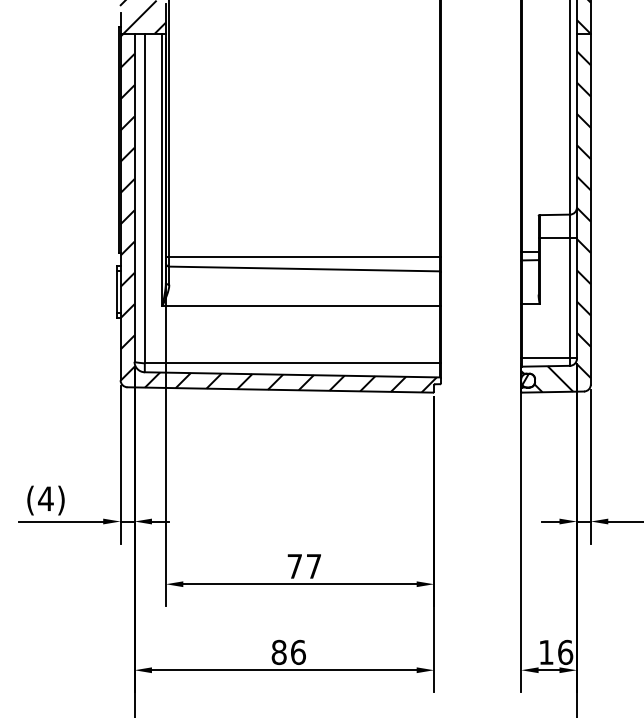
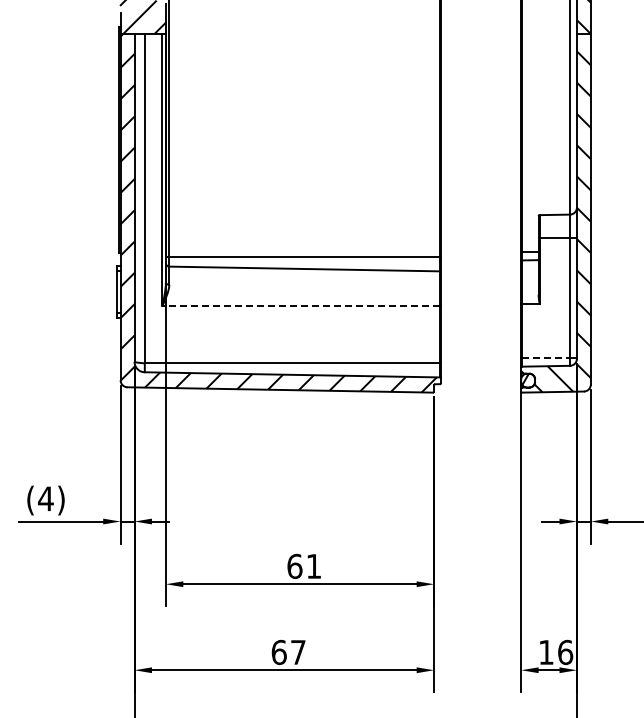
line at (301, 306): solid -> dashed
line at (546, 357): solid -> dashed
text at (303, 566): 77 -> 61
text at (288, 652): 86 -> 67
